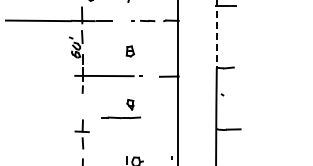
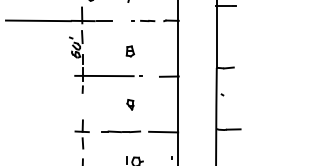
line at (216, 34): dashed -> solid
line at (120, 117) position: (120, 117) -> (120, 131)
line at (163, 131): none -> present
